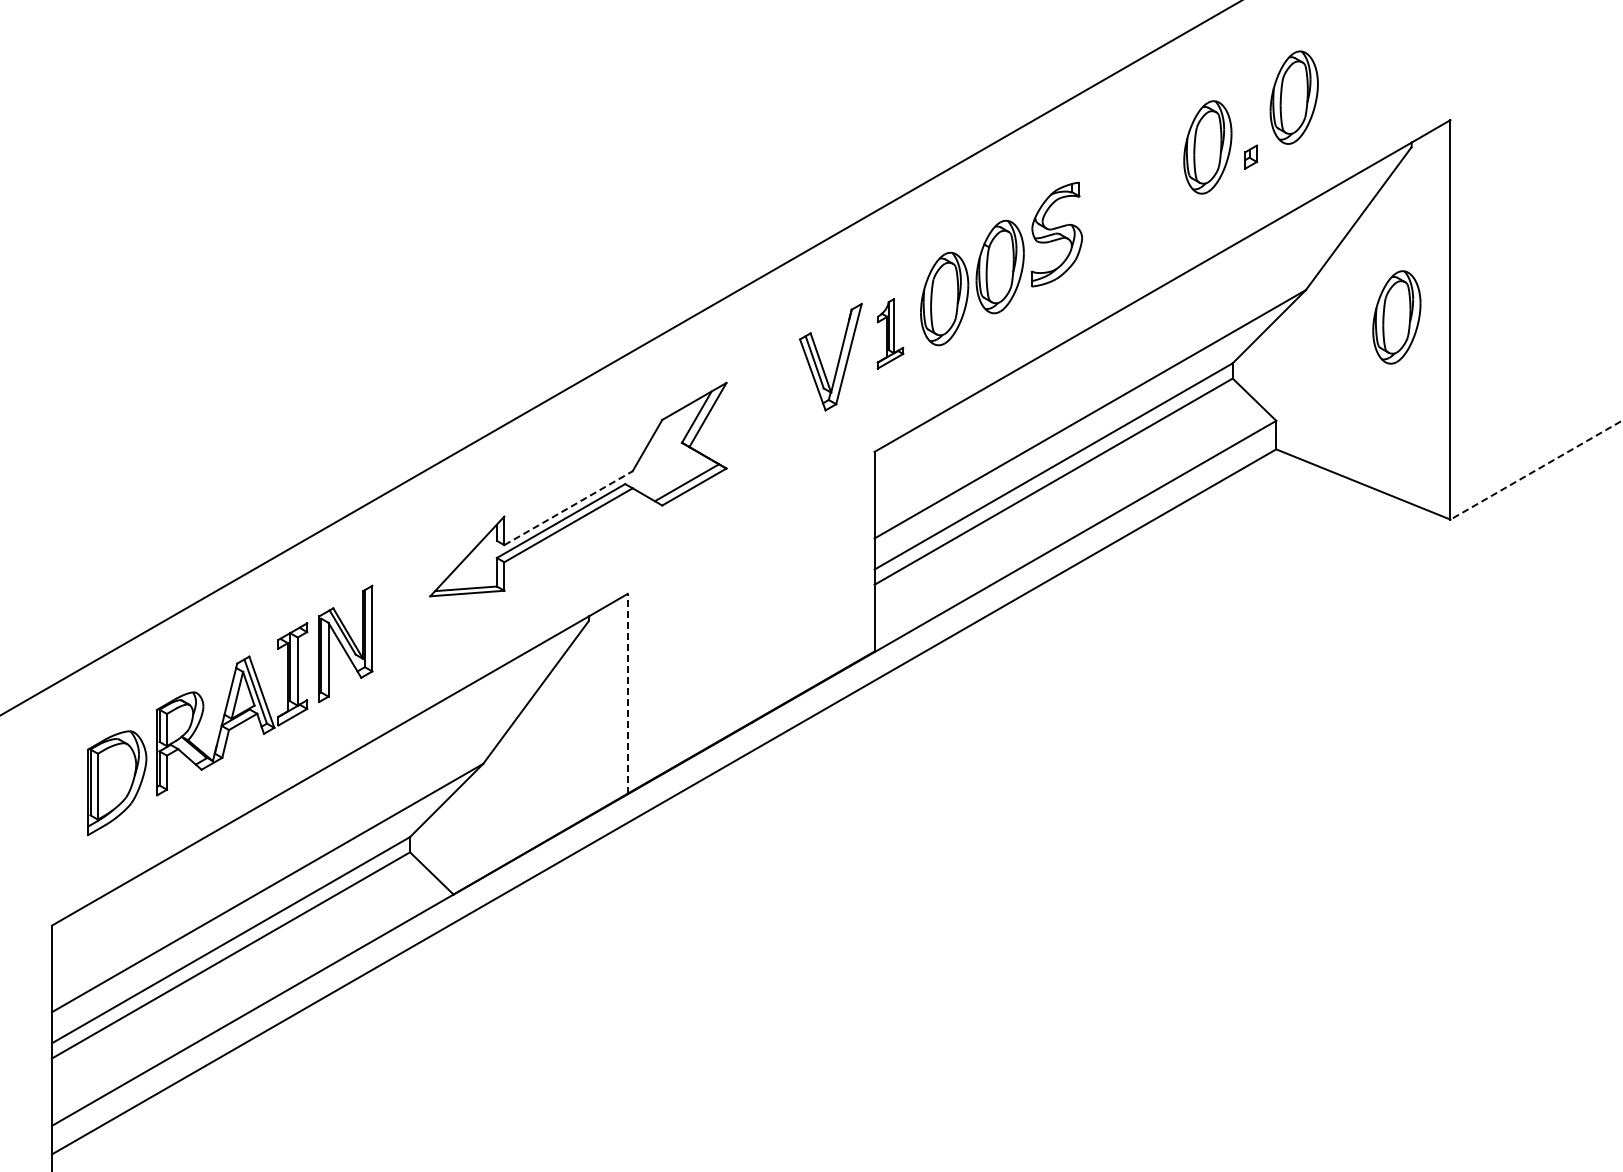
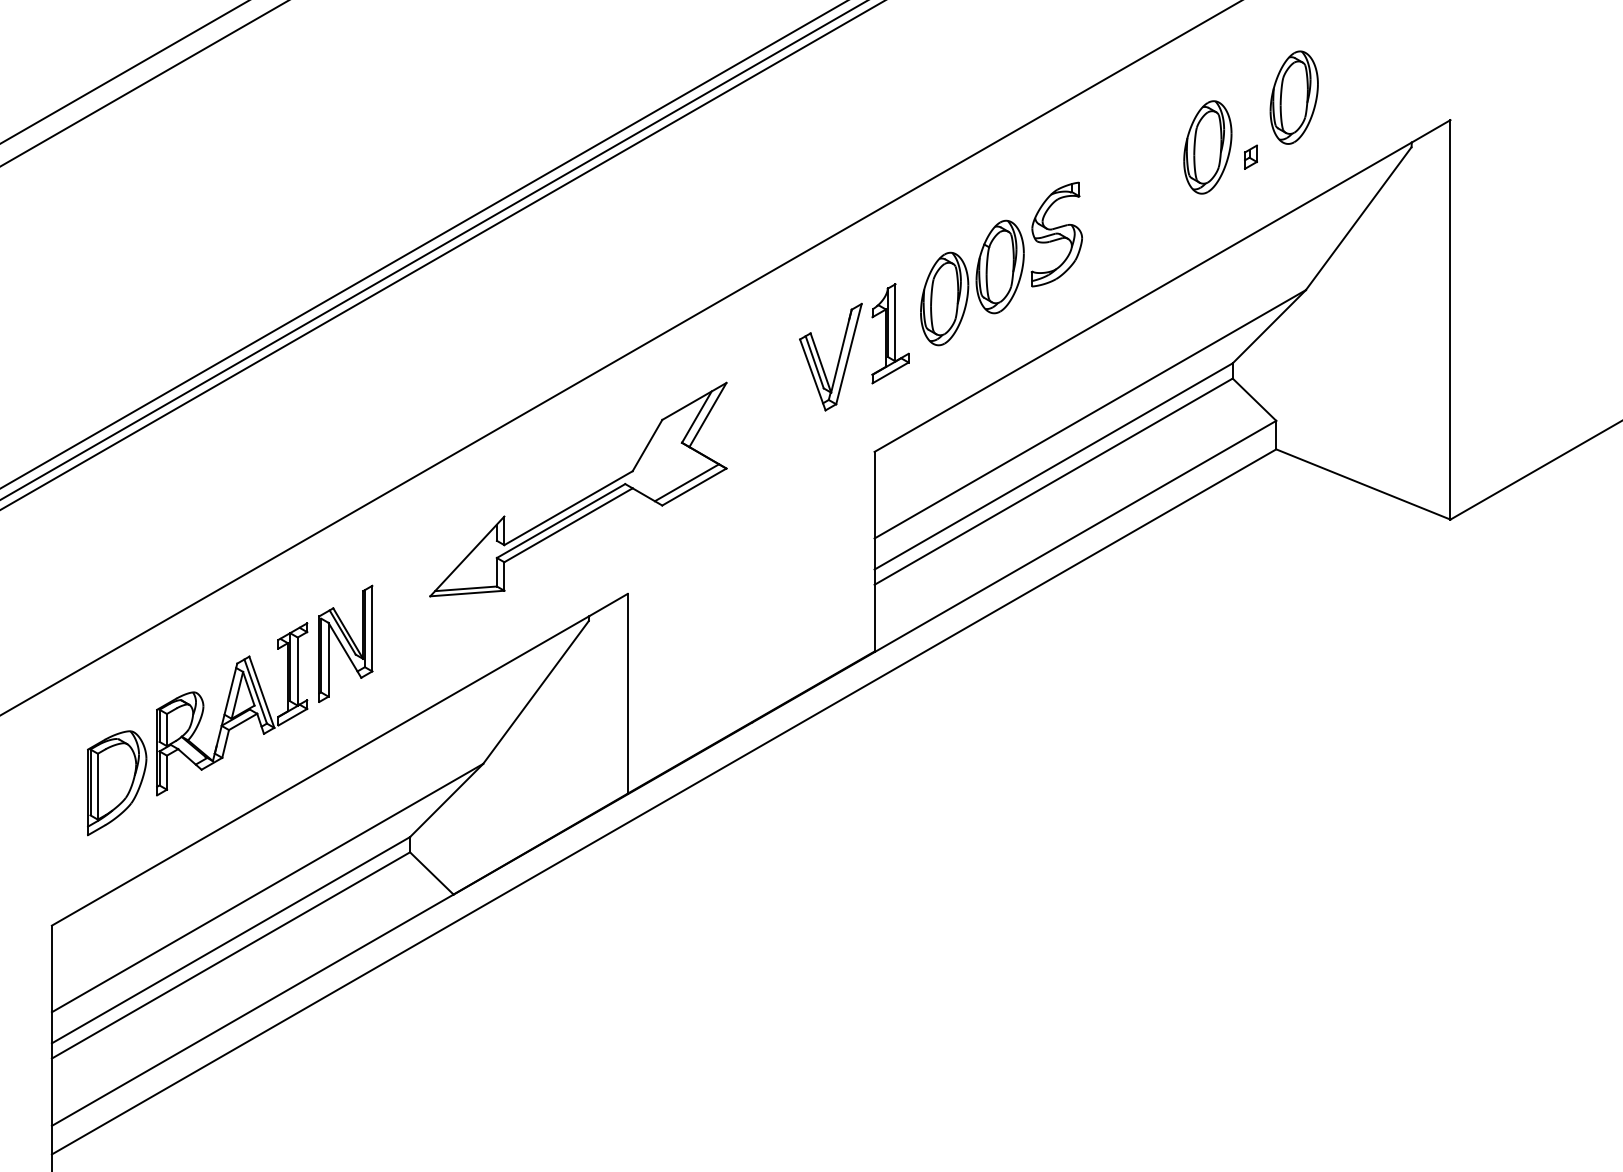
line at (124, 72): none -> present
line at (143, 83): none -> present
line at (423, 244): none -> present
line at (433, 250): none -> present
line at (442, 255): none -> present
part at (1396, 317): present -> none
part at (890, 333) size: 29x72 px -> 39x102 px
line at (1536, 470): dashed -> solid
line at (568, 507): dashed -> solid
line at (627, 693): dashed -> solid
